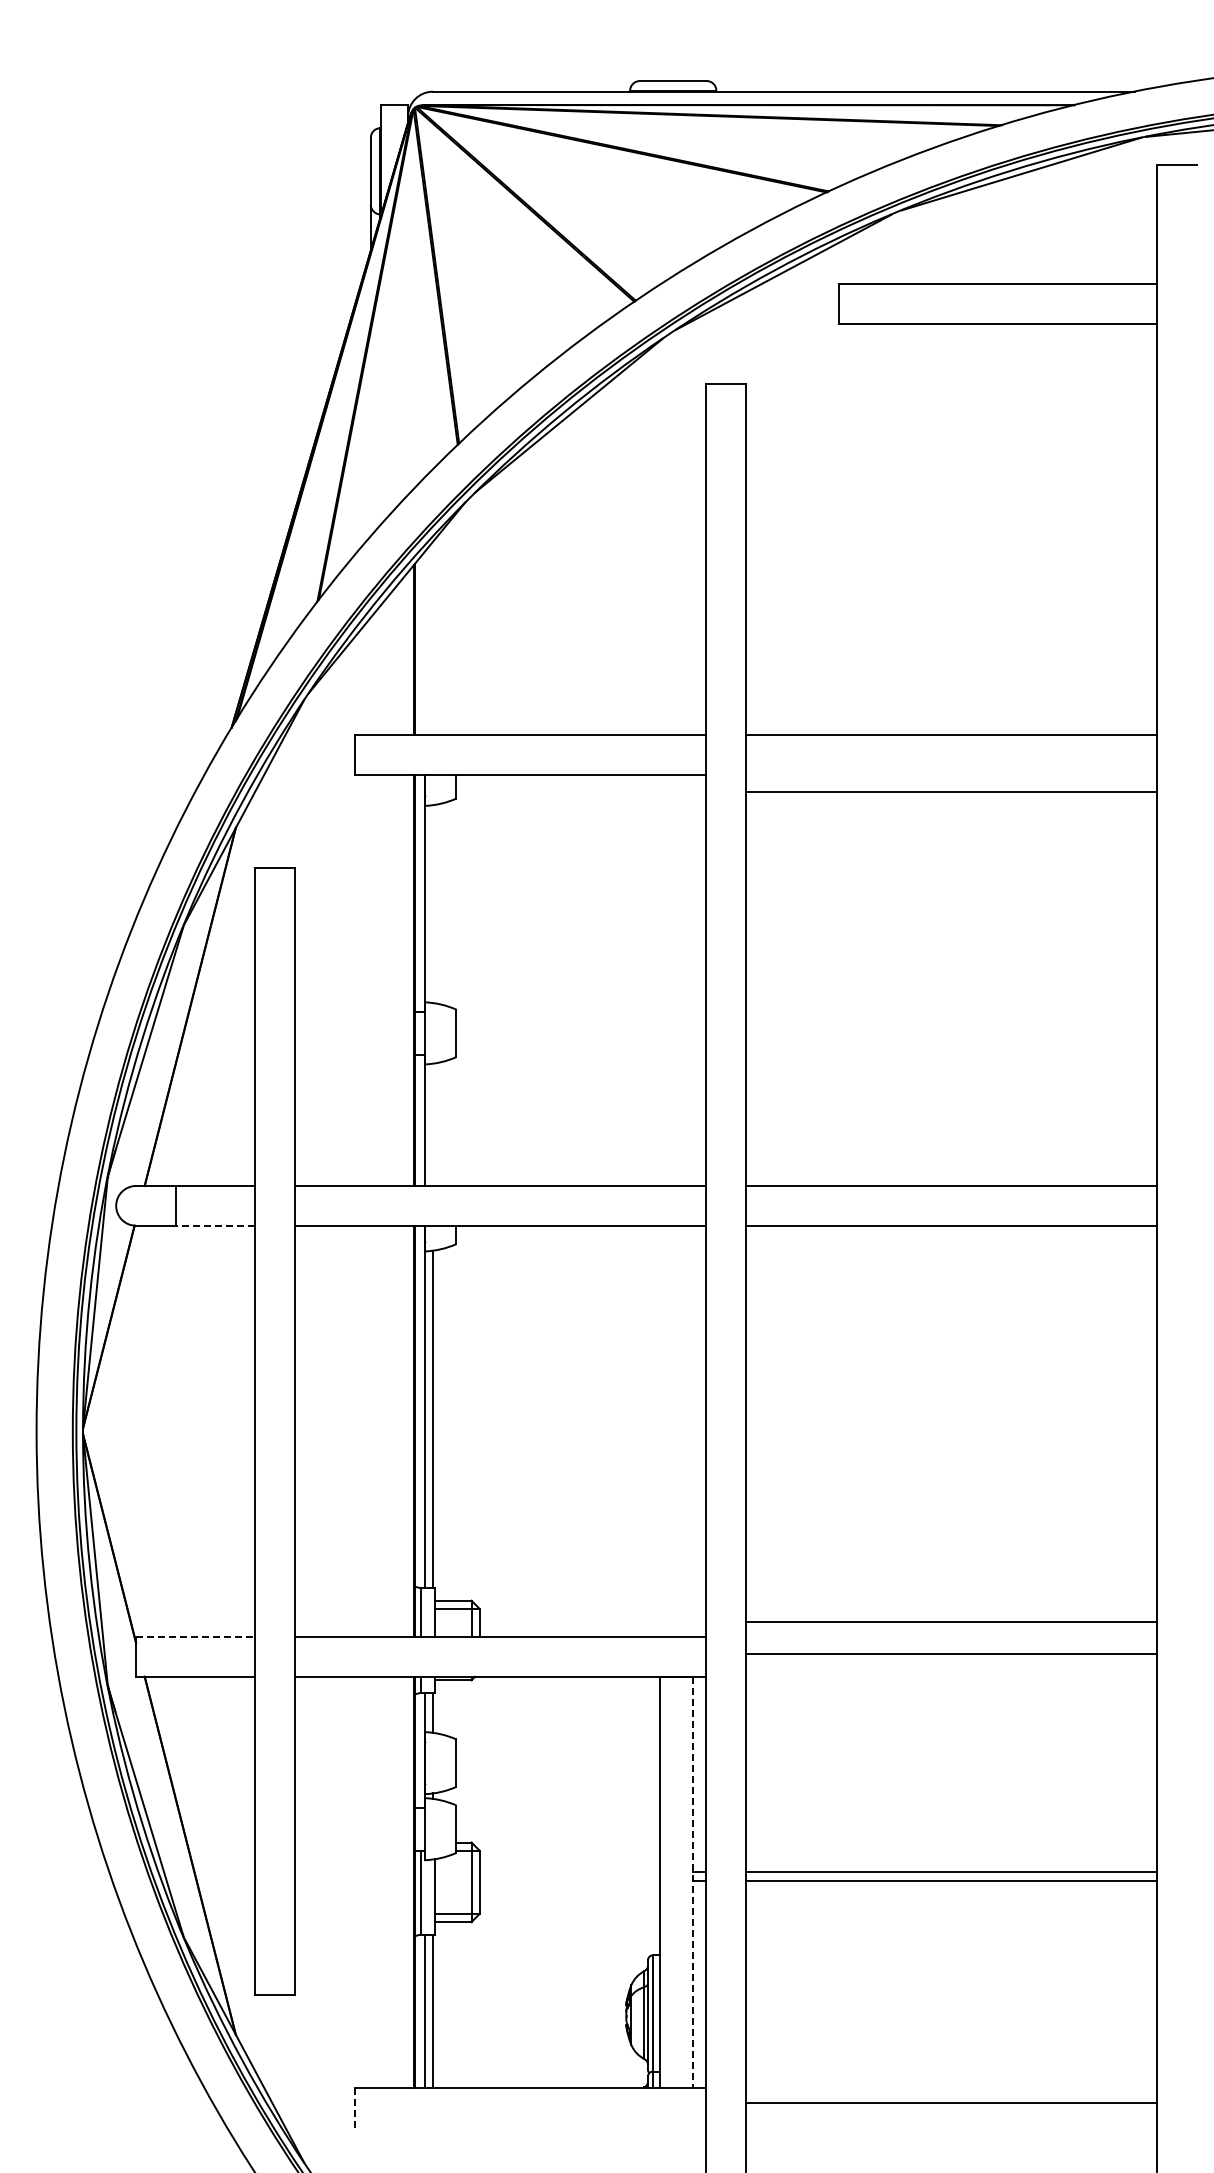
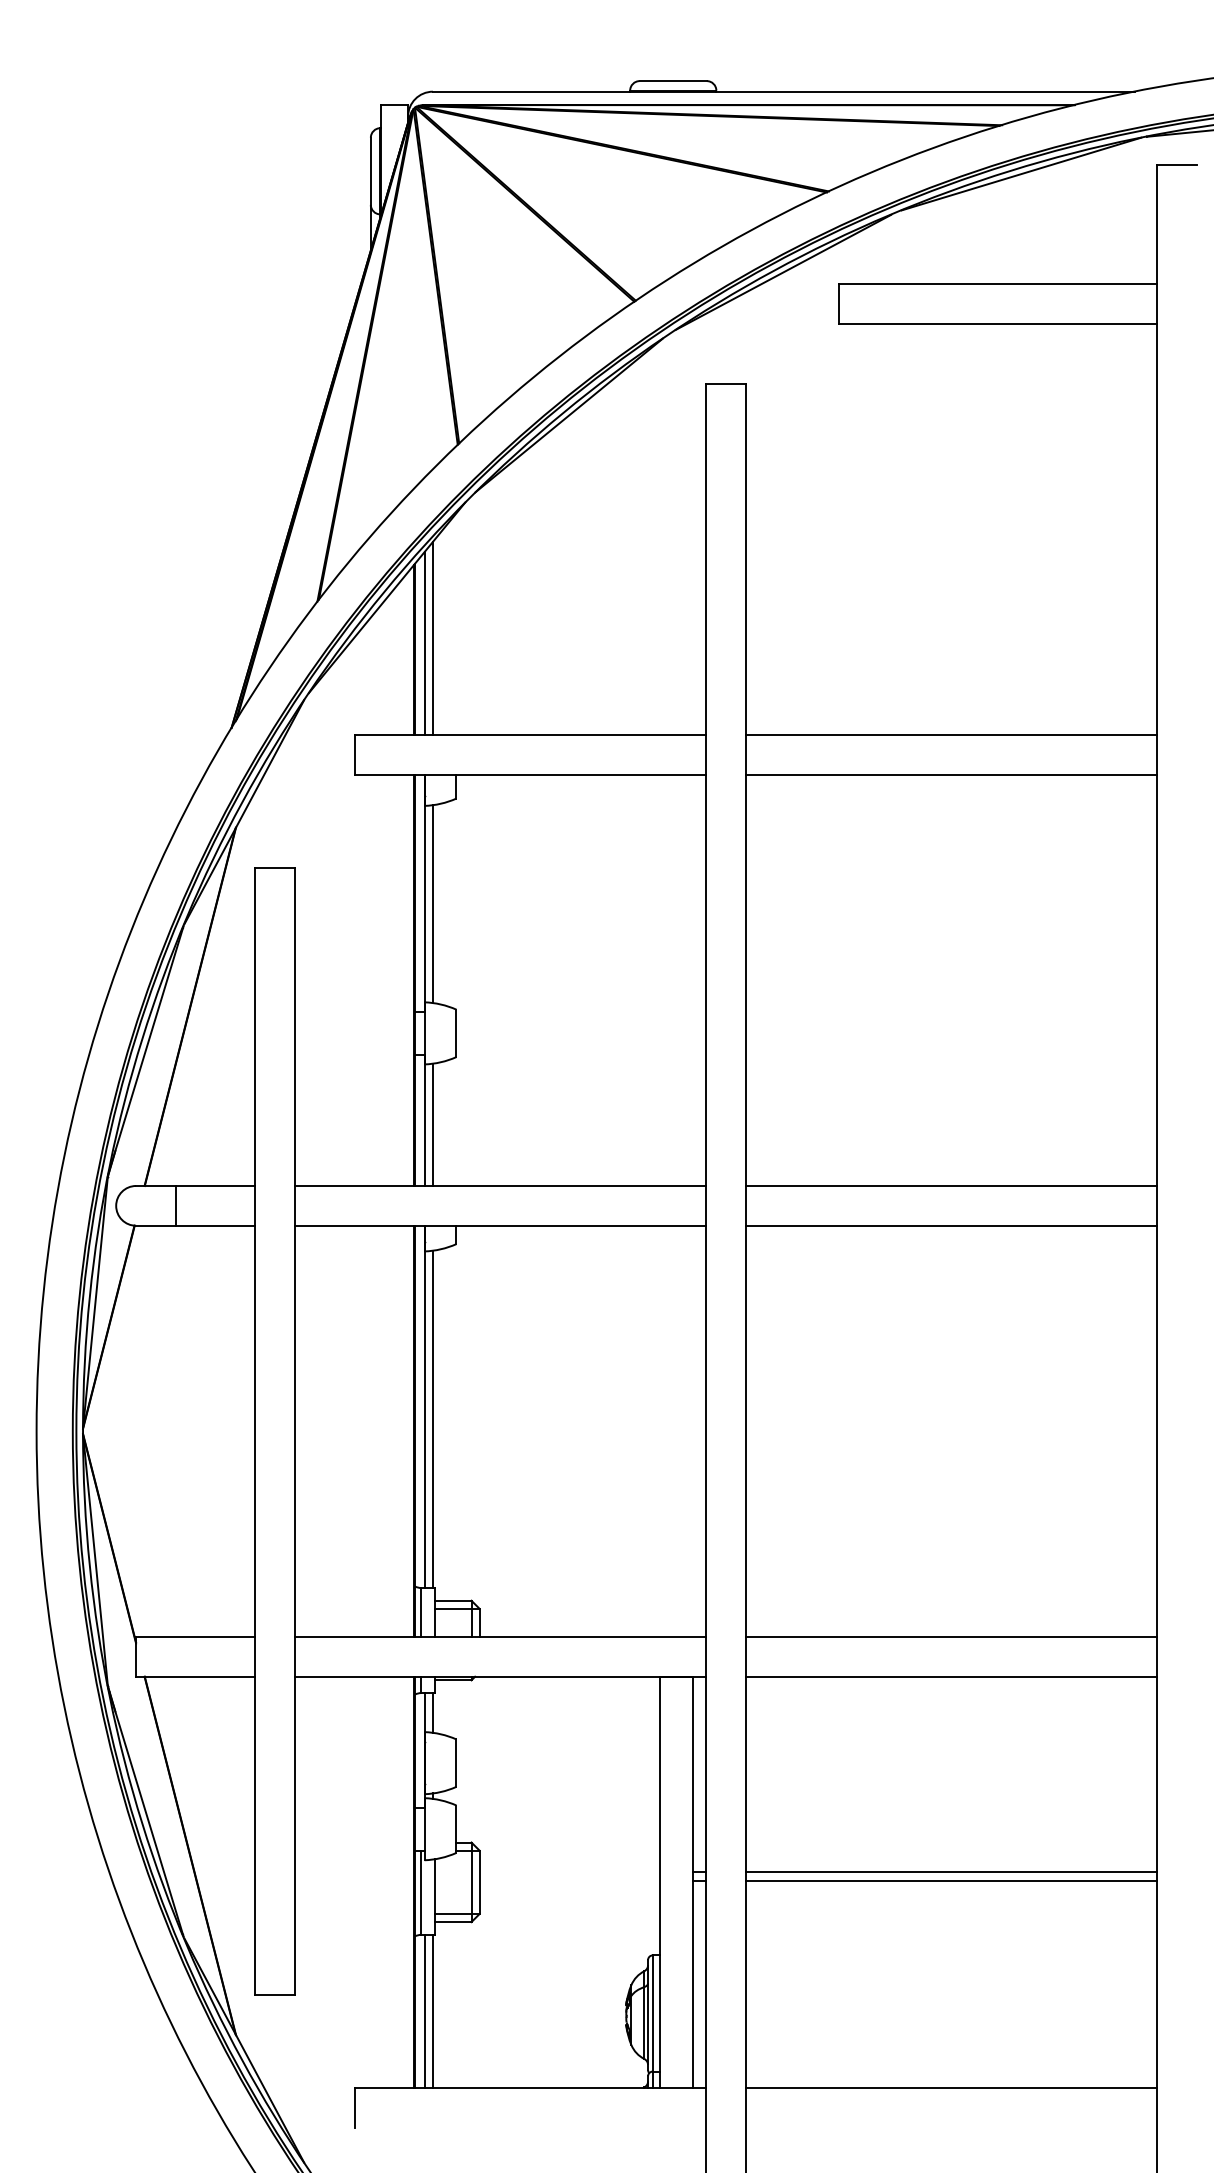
line at (432, 638): none -> present
line at (424, 643): none -> present
line at (951, 791) position: (951, 791) -> (951, 774)
line at (432, 904): none -> present
line at (432, 1124): none -> present
line at (215, 1225): dashed -> solid
line at (951, 1621) position: (951, 1621) -> (951, 1636)
line at (195, 1636): dashed -> solid
line at (951, 1653) position: (951, 1653) -> (951, 1676)
line at (693, 1883): dashed -> solid
line at (951, 2102) position: (951, 2102) -> (951, 2087)
line at (354, 2107): dashed -> solid
